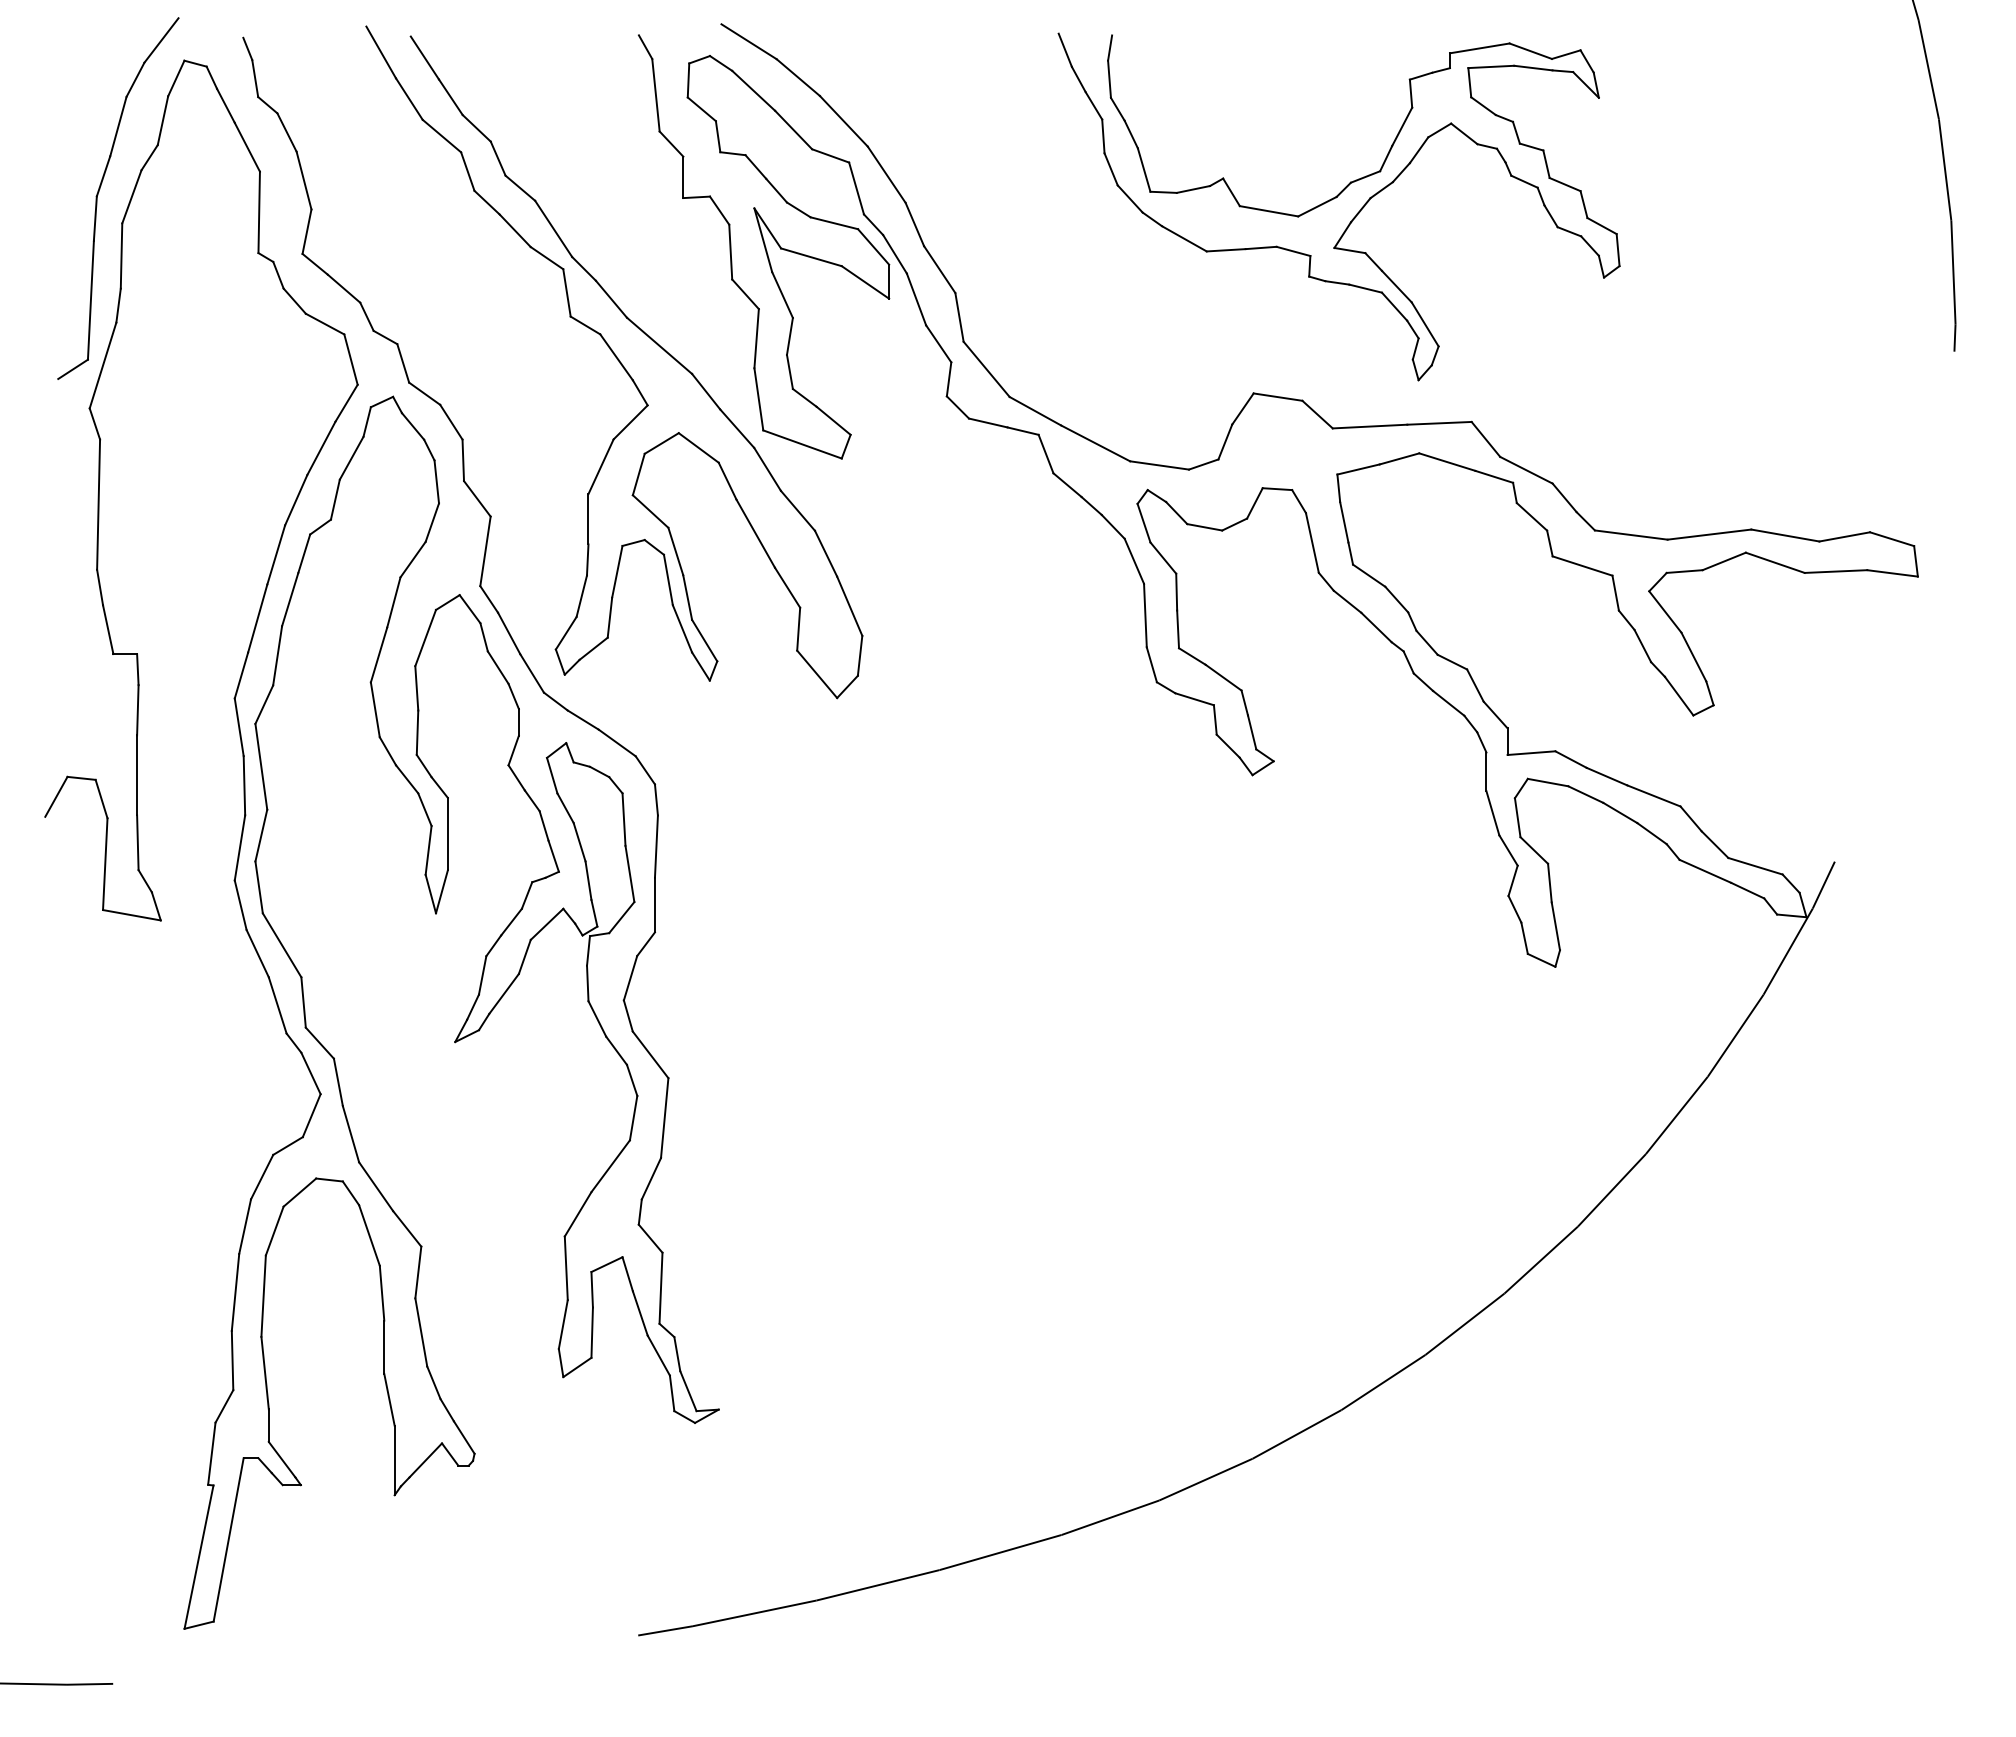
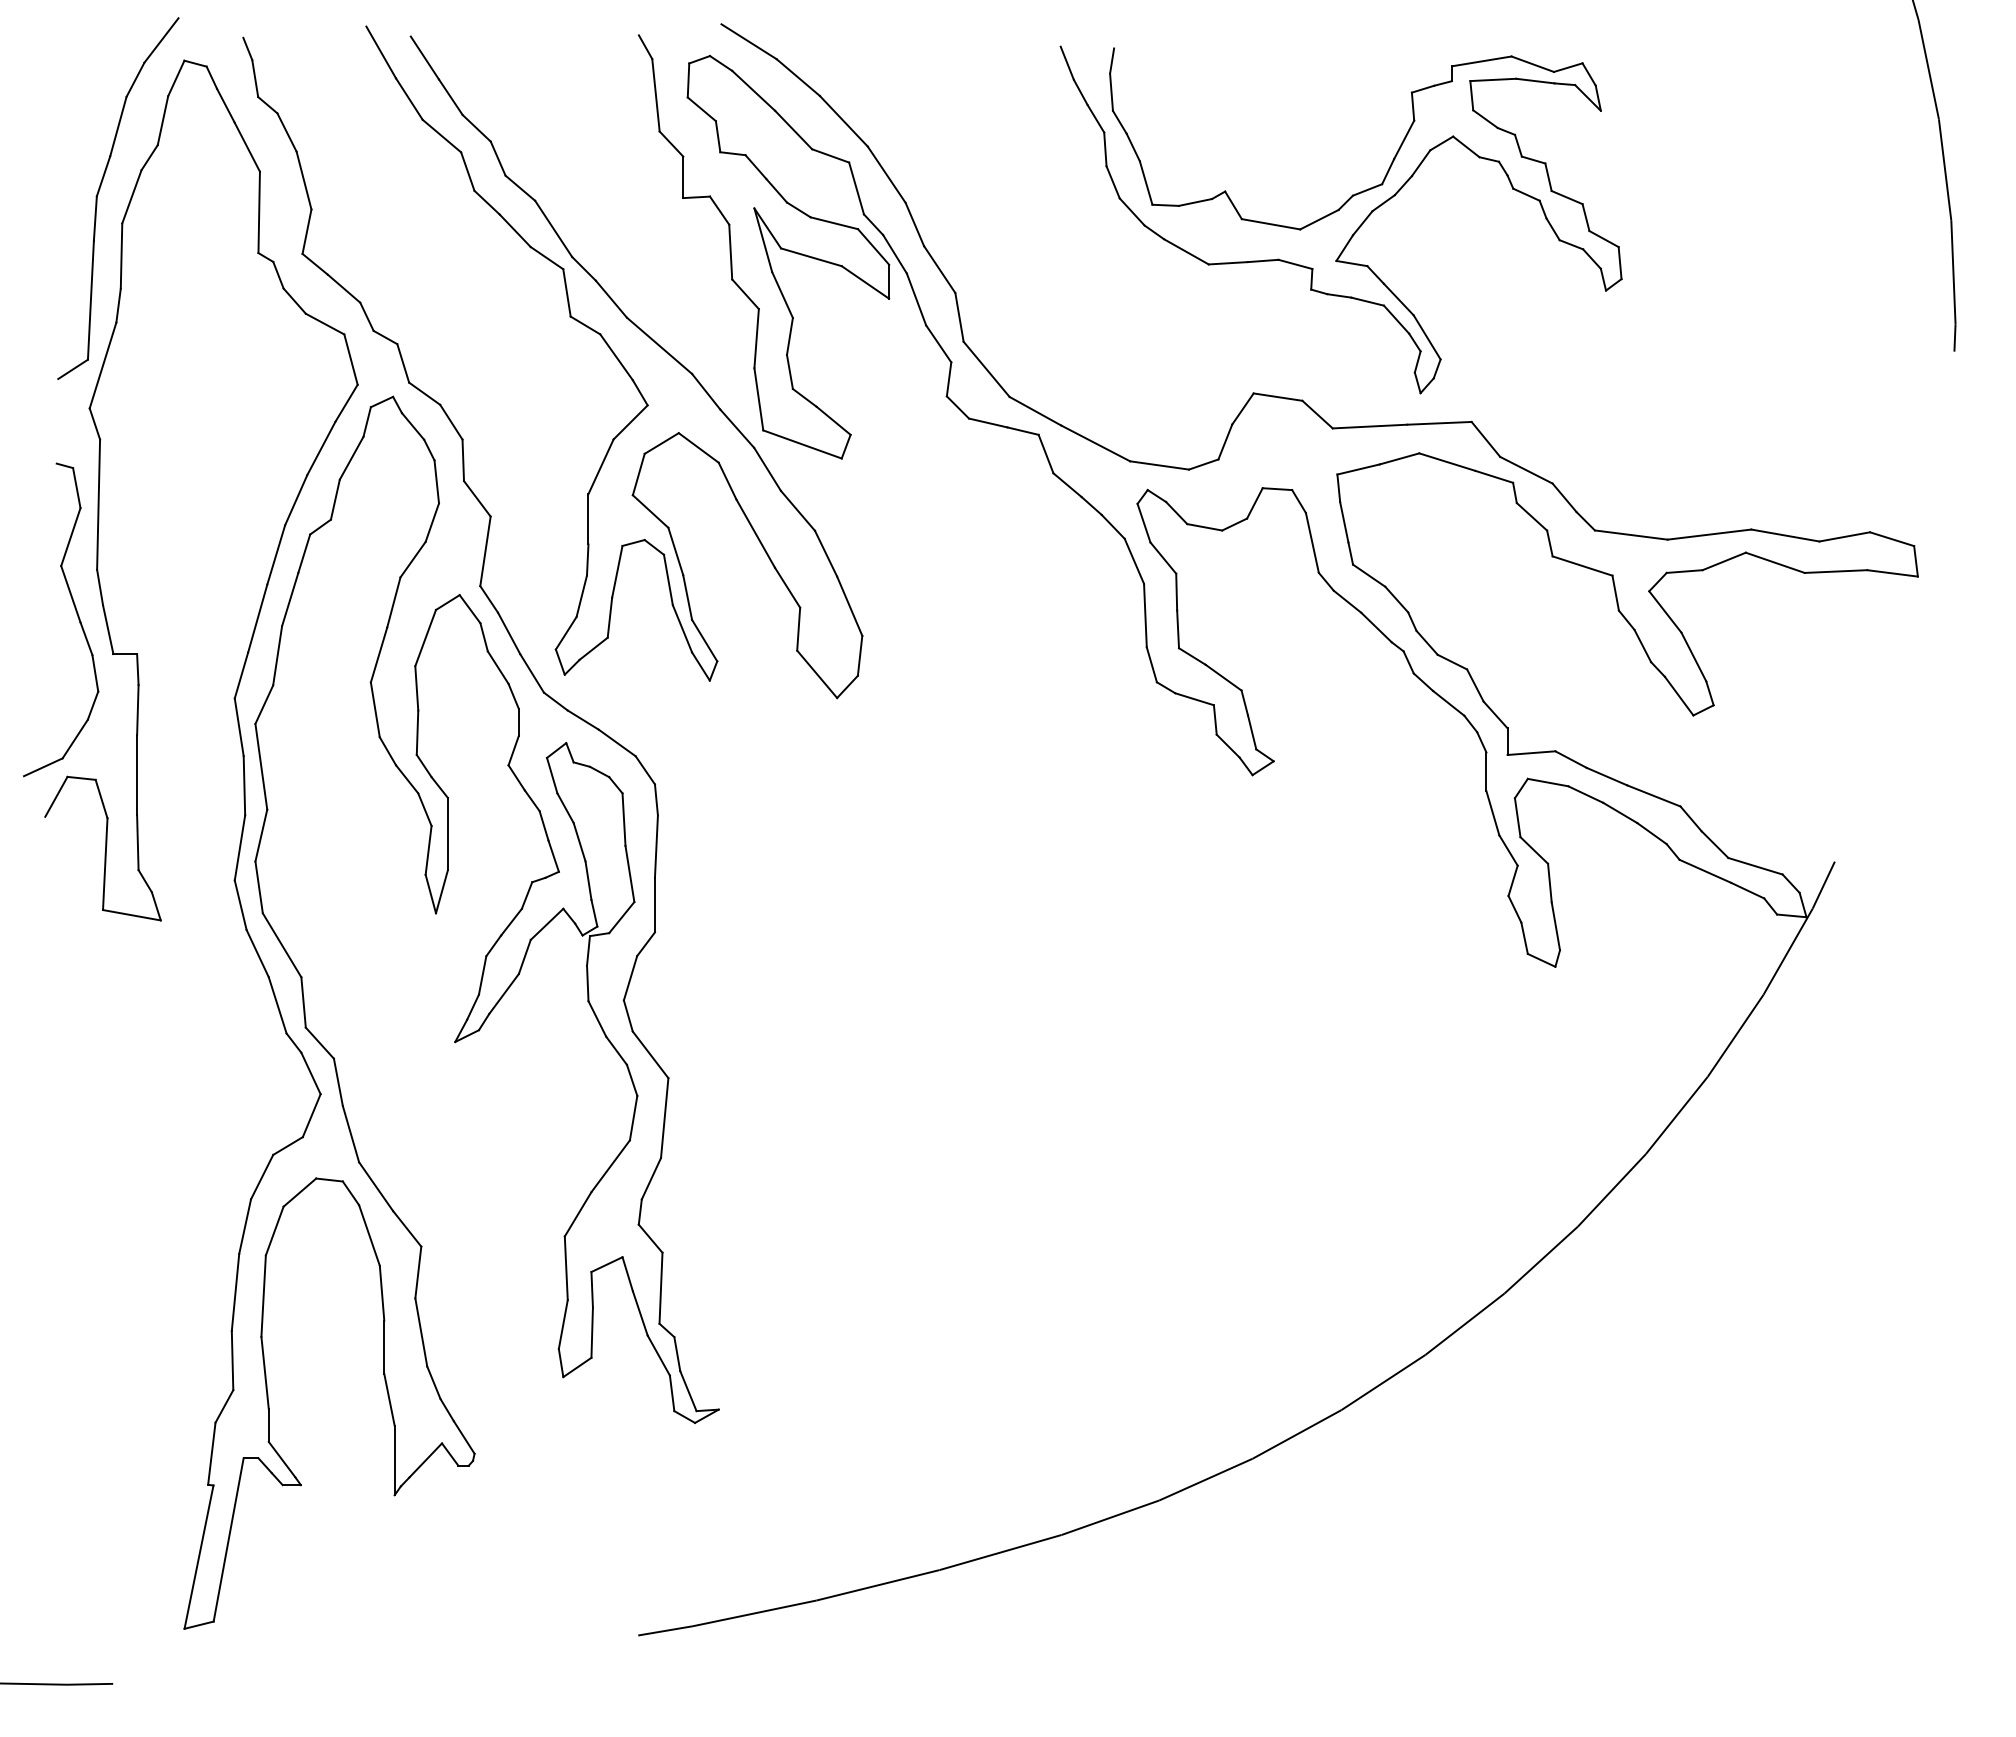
part at (1334, 199) position: (1334, 199) -> (1336, 212)
part at (76, 614): none -> present
